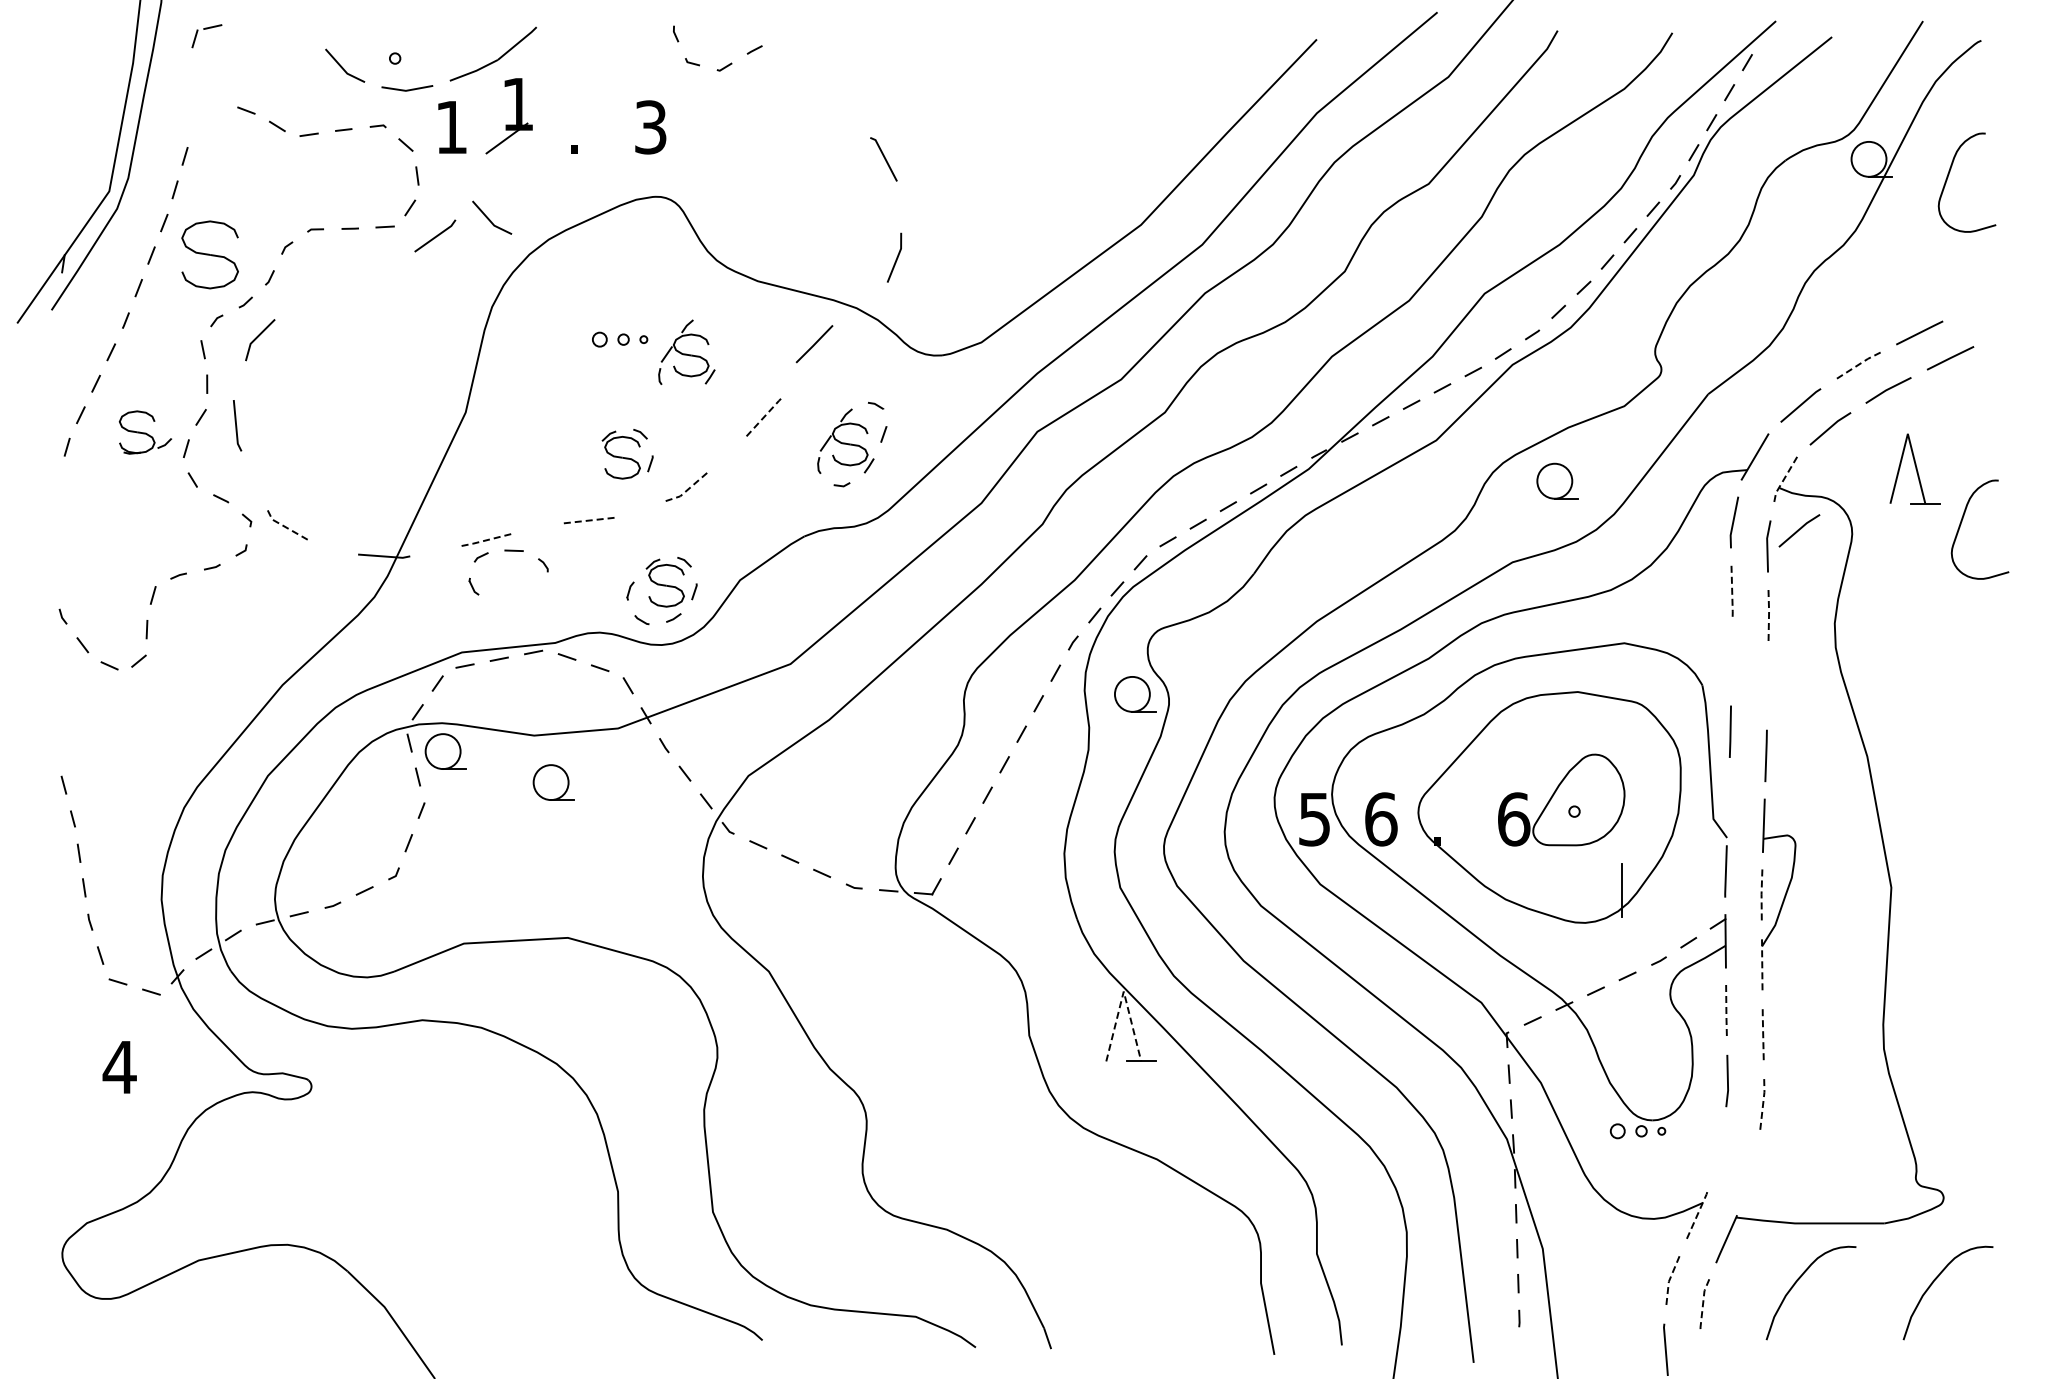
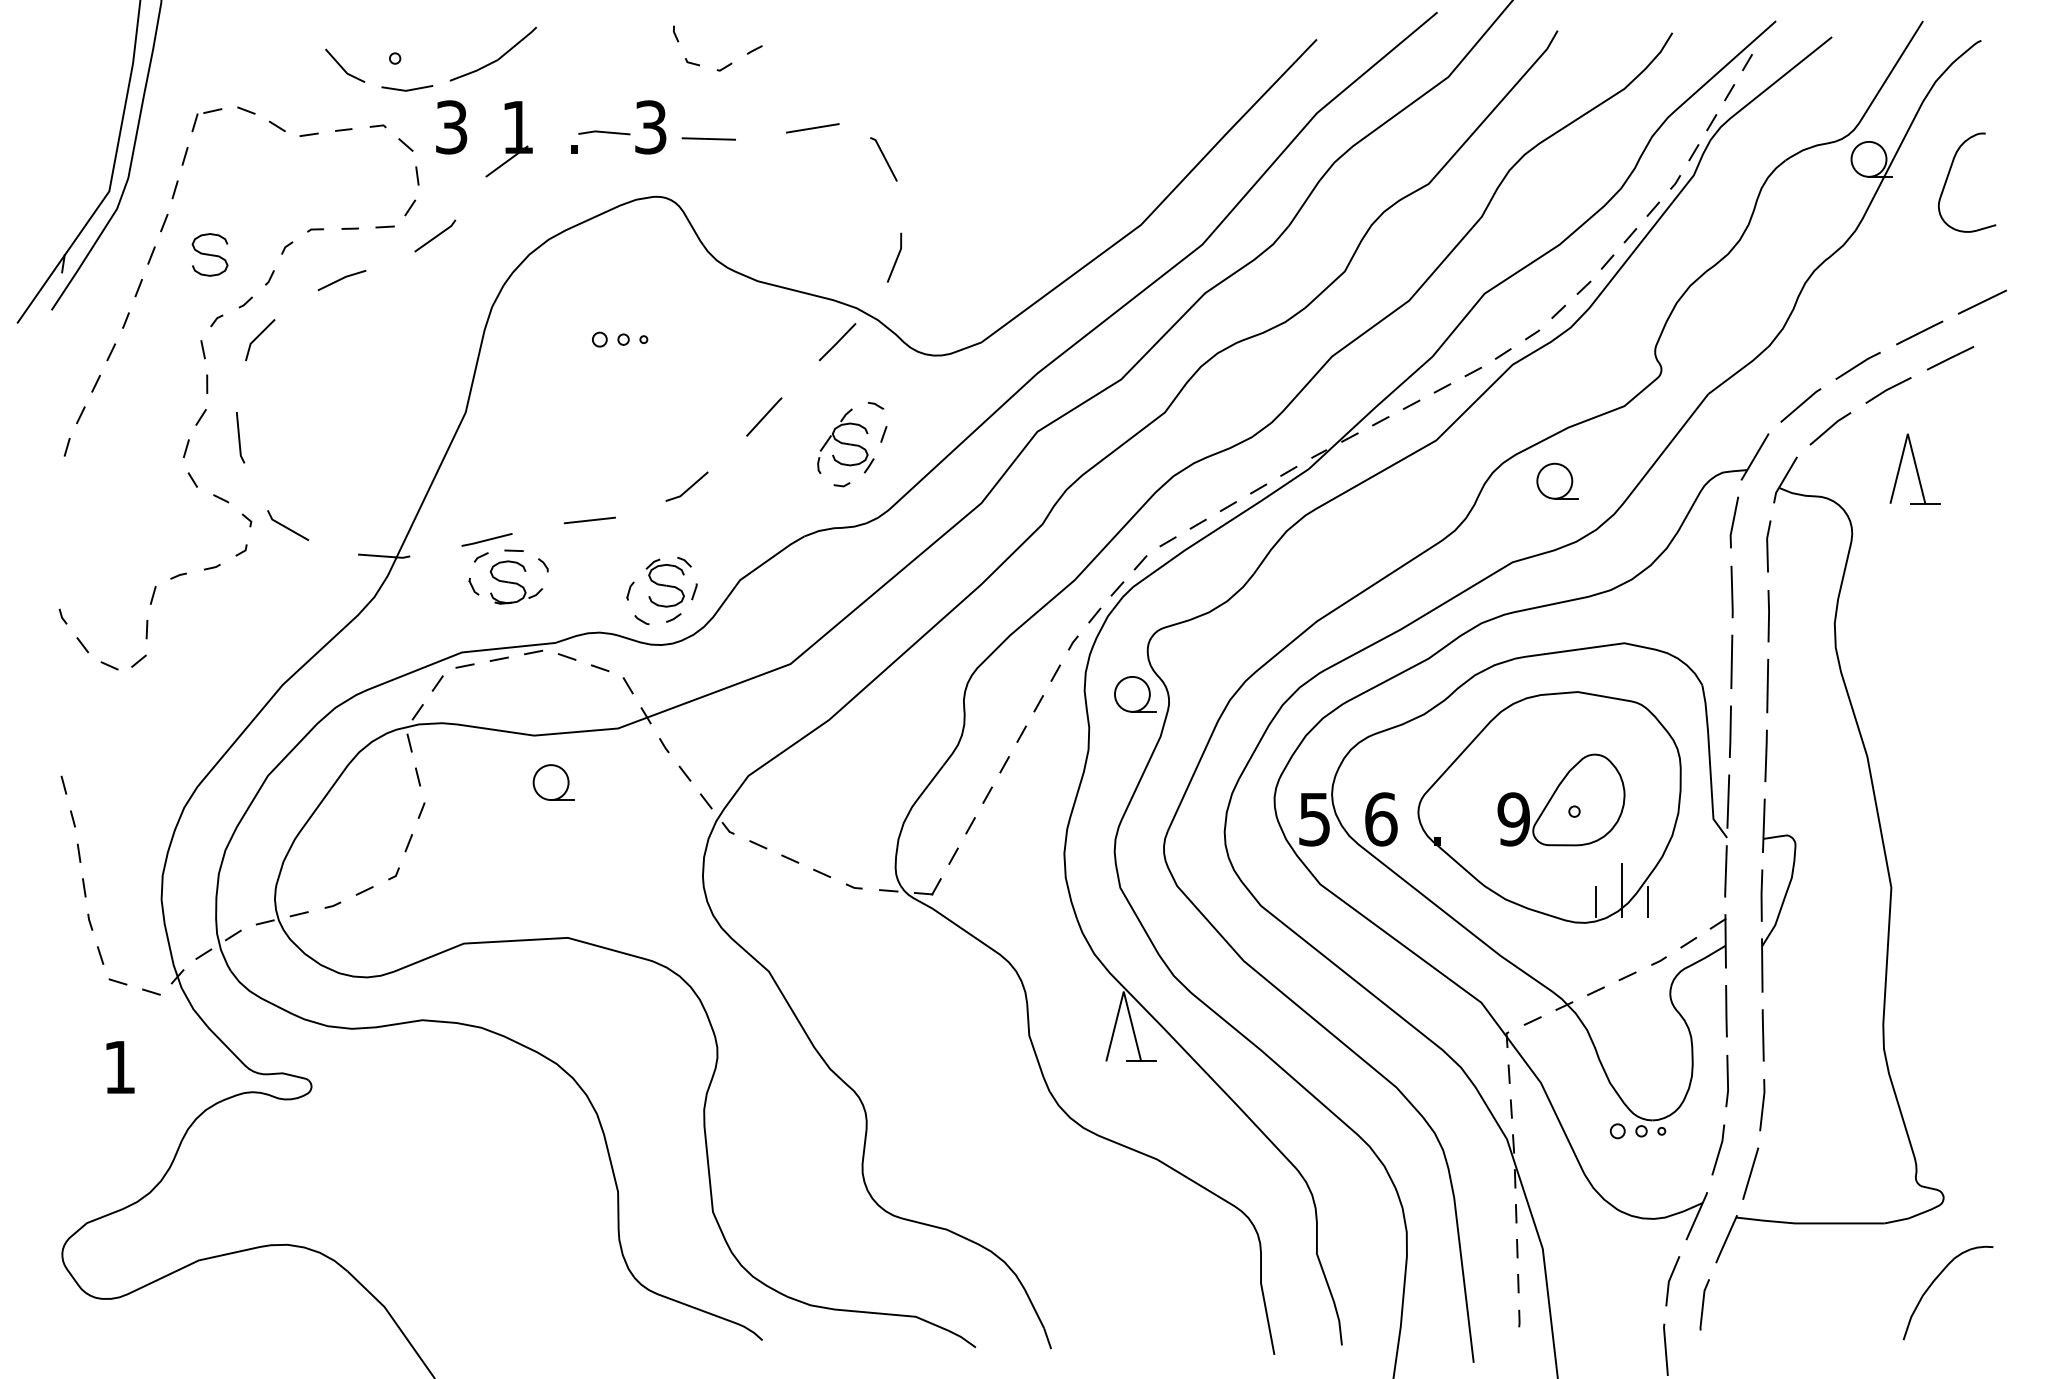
part at (206, 29) position: (206, 29) -> (206, 113)
part at (516, 116) position: (516, 116) -> (516, 139)
text at (451, 127): 1 -> 3
line at (812, 128): none -> present
line at (604, 132): none -> present
line at (708, 138): none -> present
line at (490, 219): present -> none
part at (209, 254) size: 58x70 px -> 38x44 px
line at (341, 279): none -> present
line at (1982, 301): none -> present
line at (814, 344) position: (814, 344) -> (837, 342)
part at (686, 351): present -> none
line at (1858, 365): dashed -> solid
line at (765, 416): dashed -> solid
line at (237, 425) position: (237, 425) -> (240, 437)
part at (145, 432) position: (145, 432) -> (516, 582)
part at (627, 454): present -> none
line at (1783, 480): dashed -> solid
line at (688, 489): dashed -> solid
line at (590, 520): dashed -> solid
curve at (1961, 524): present -> none
line at (285, 527): dashed -> solid
line at (1799, 530): present -> none
line at (486, 540): dashed -> solid
line at (1732, 593): dashed -> solid
line at (1769, 615): dashed -> solid
line at (1731, 661): none -> present
line at (1767, 685): none -> present
part at (445, 751): present -> none
line at (1728, 801): none -> present
text at (1513, 819): 6 -> 9
line at (1761, 895): dashed -> solid
line at (1595, 901): none -> present
line at (1648, 901): none -> present
line at (1762, 966): dashed -> solid
line at (1123, 991): dashed -> solid
line at (1726, 1011): dashed -> solid
line at (1763, 1034): dashed -> solid
text at (119, 1067): 4 -> 1
line at (1763, 1104): dashed -> solid
line at (1719, 1149): none -> present
line at (1750, 1173): none -> present
line at (1697, 1215): dashed -> solid
line at (1669, 1280): dashed -> solid
curve at (1796, 1283): present -> none
line at (1703, 1304): dashed -> solid
